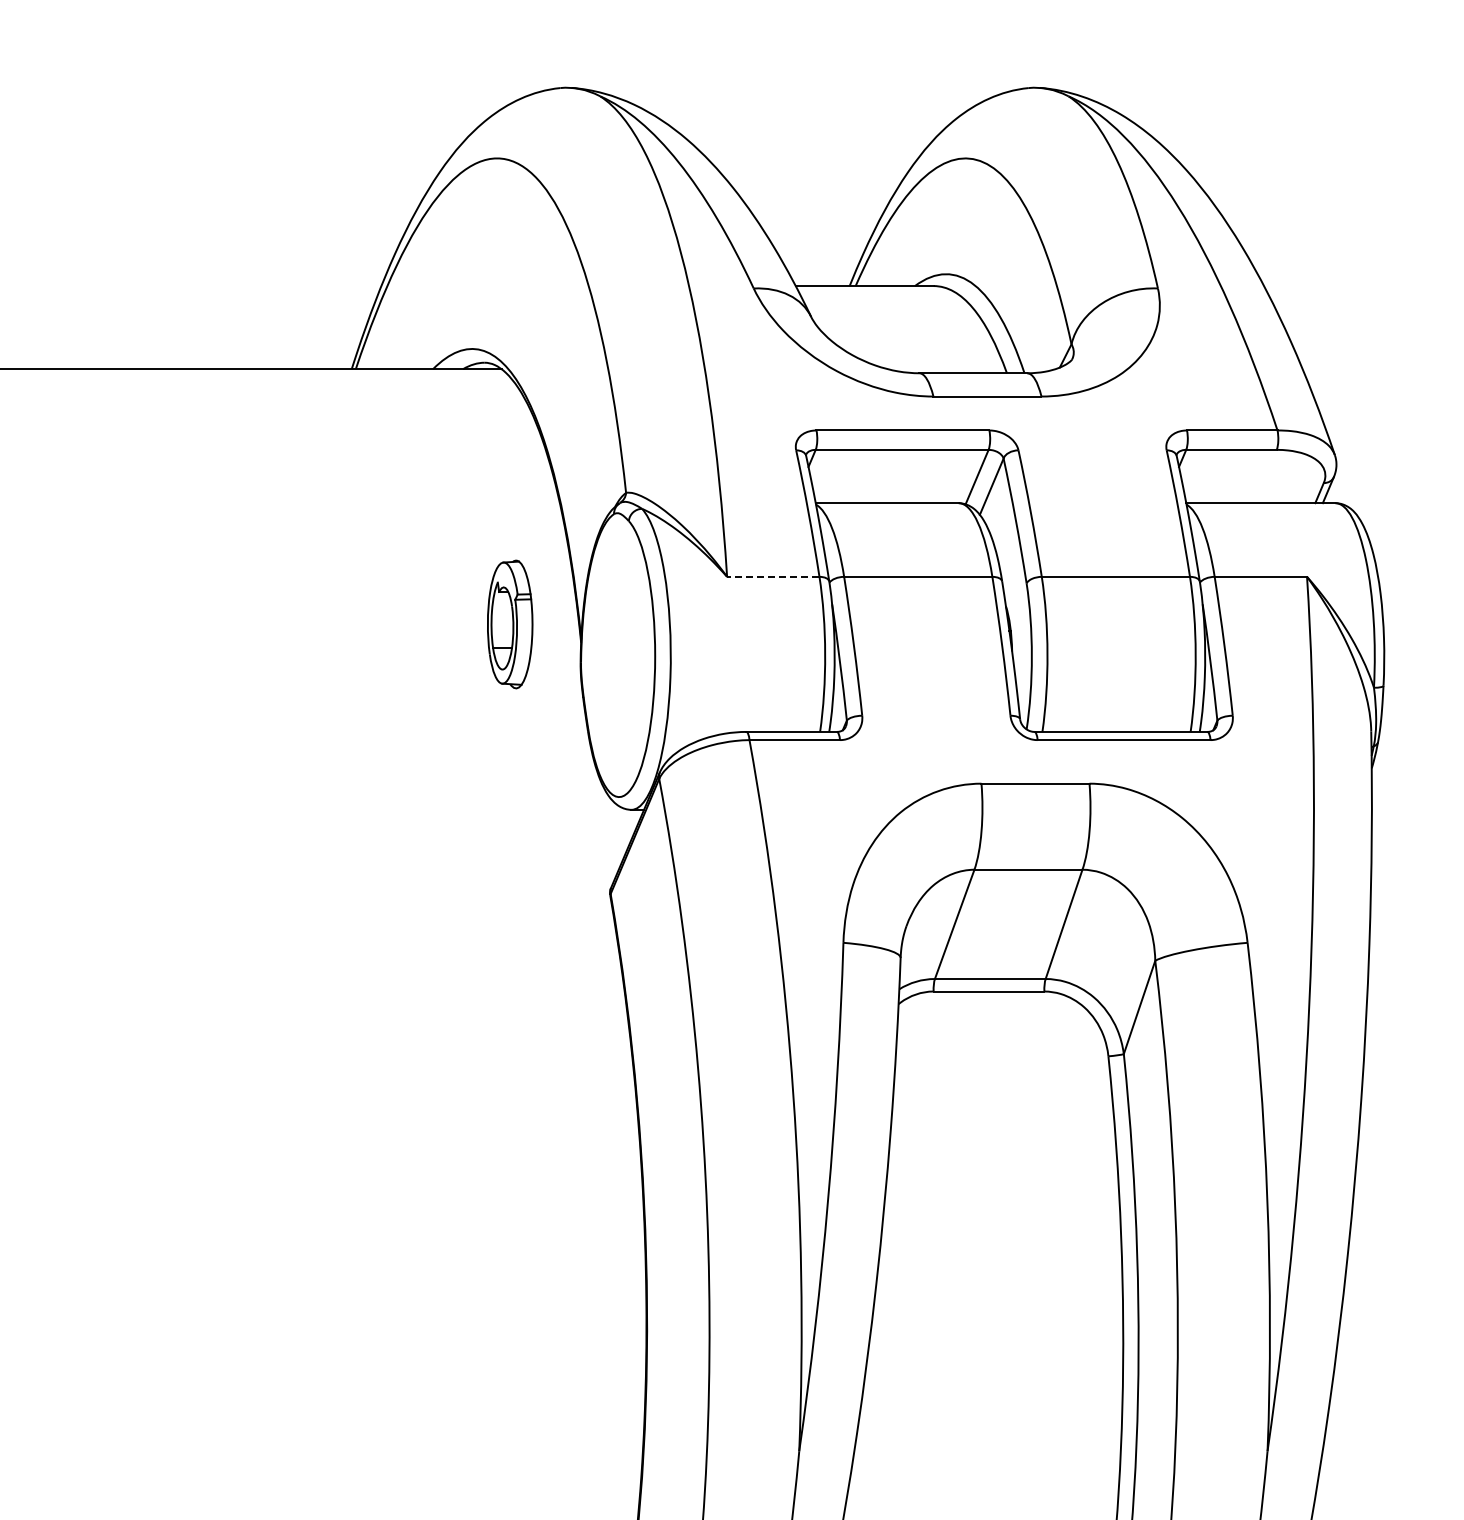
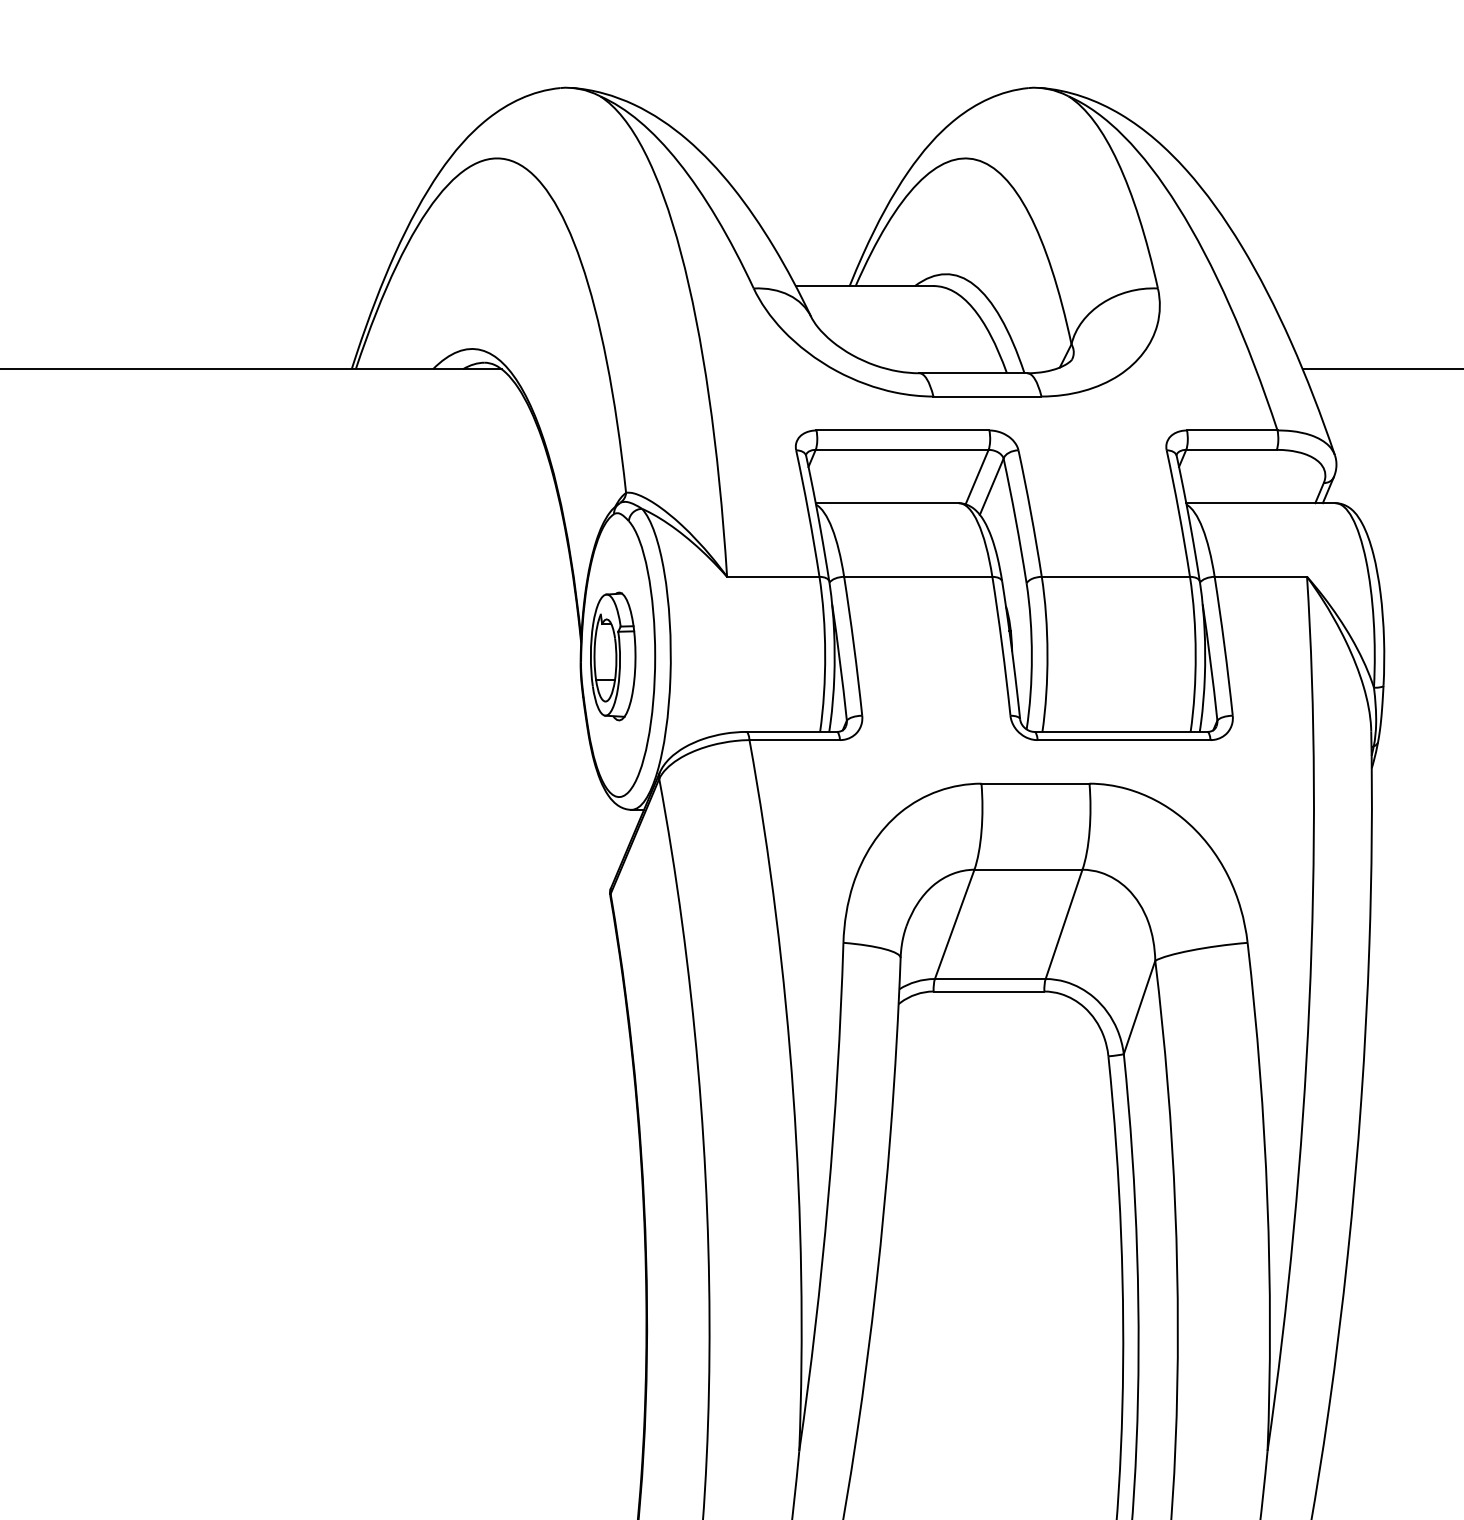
line at (1381, 369): none -> present
line at (772, 576): dashed -> solid
part at (510, 624) position: (510, 624) -> (613, 656)
